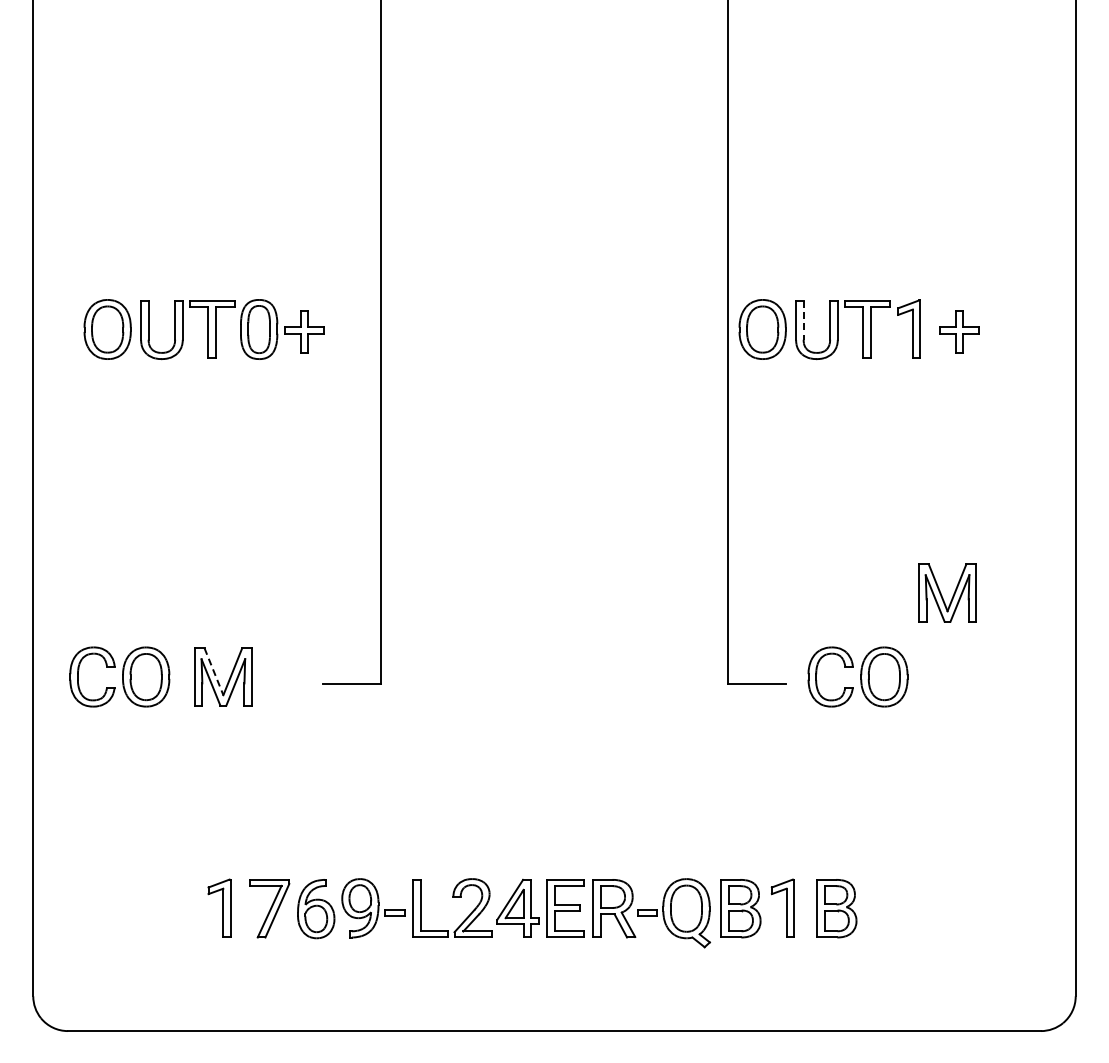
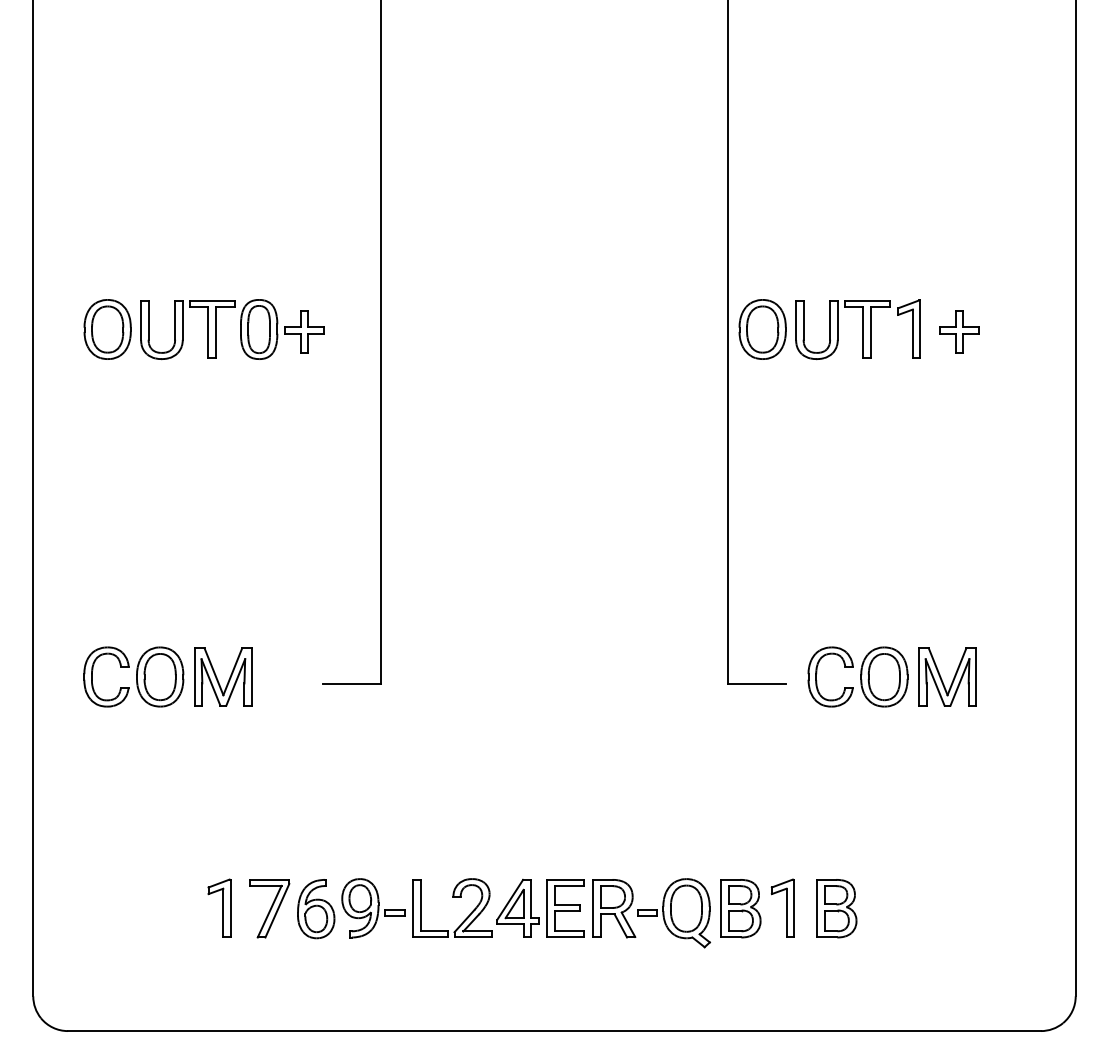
line at (803, 320): dashed -> solid
part at (947, 592) position: (947, 592) -> (947, 676)
line at (214, 672): dashed -> solid
part at (119, 676) position: (119, 676) -> (133, 676)
